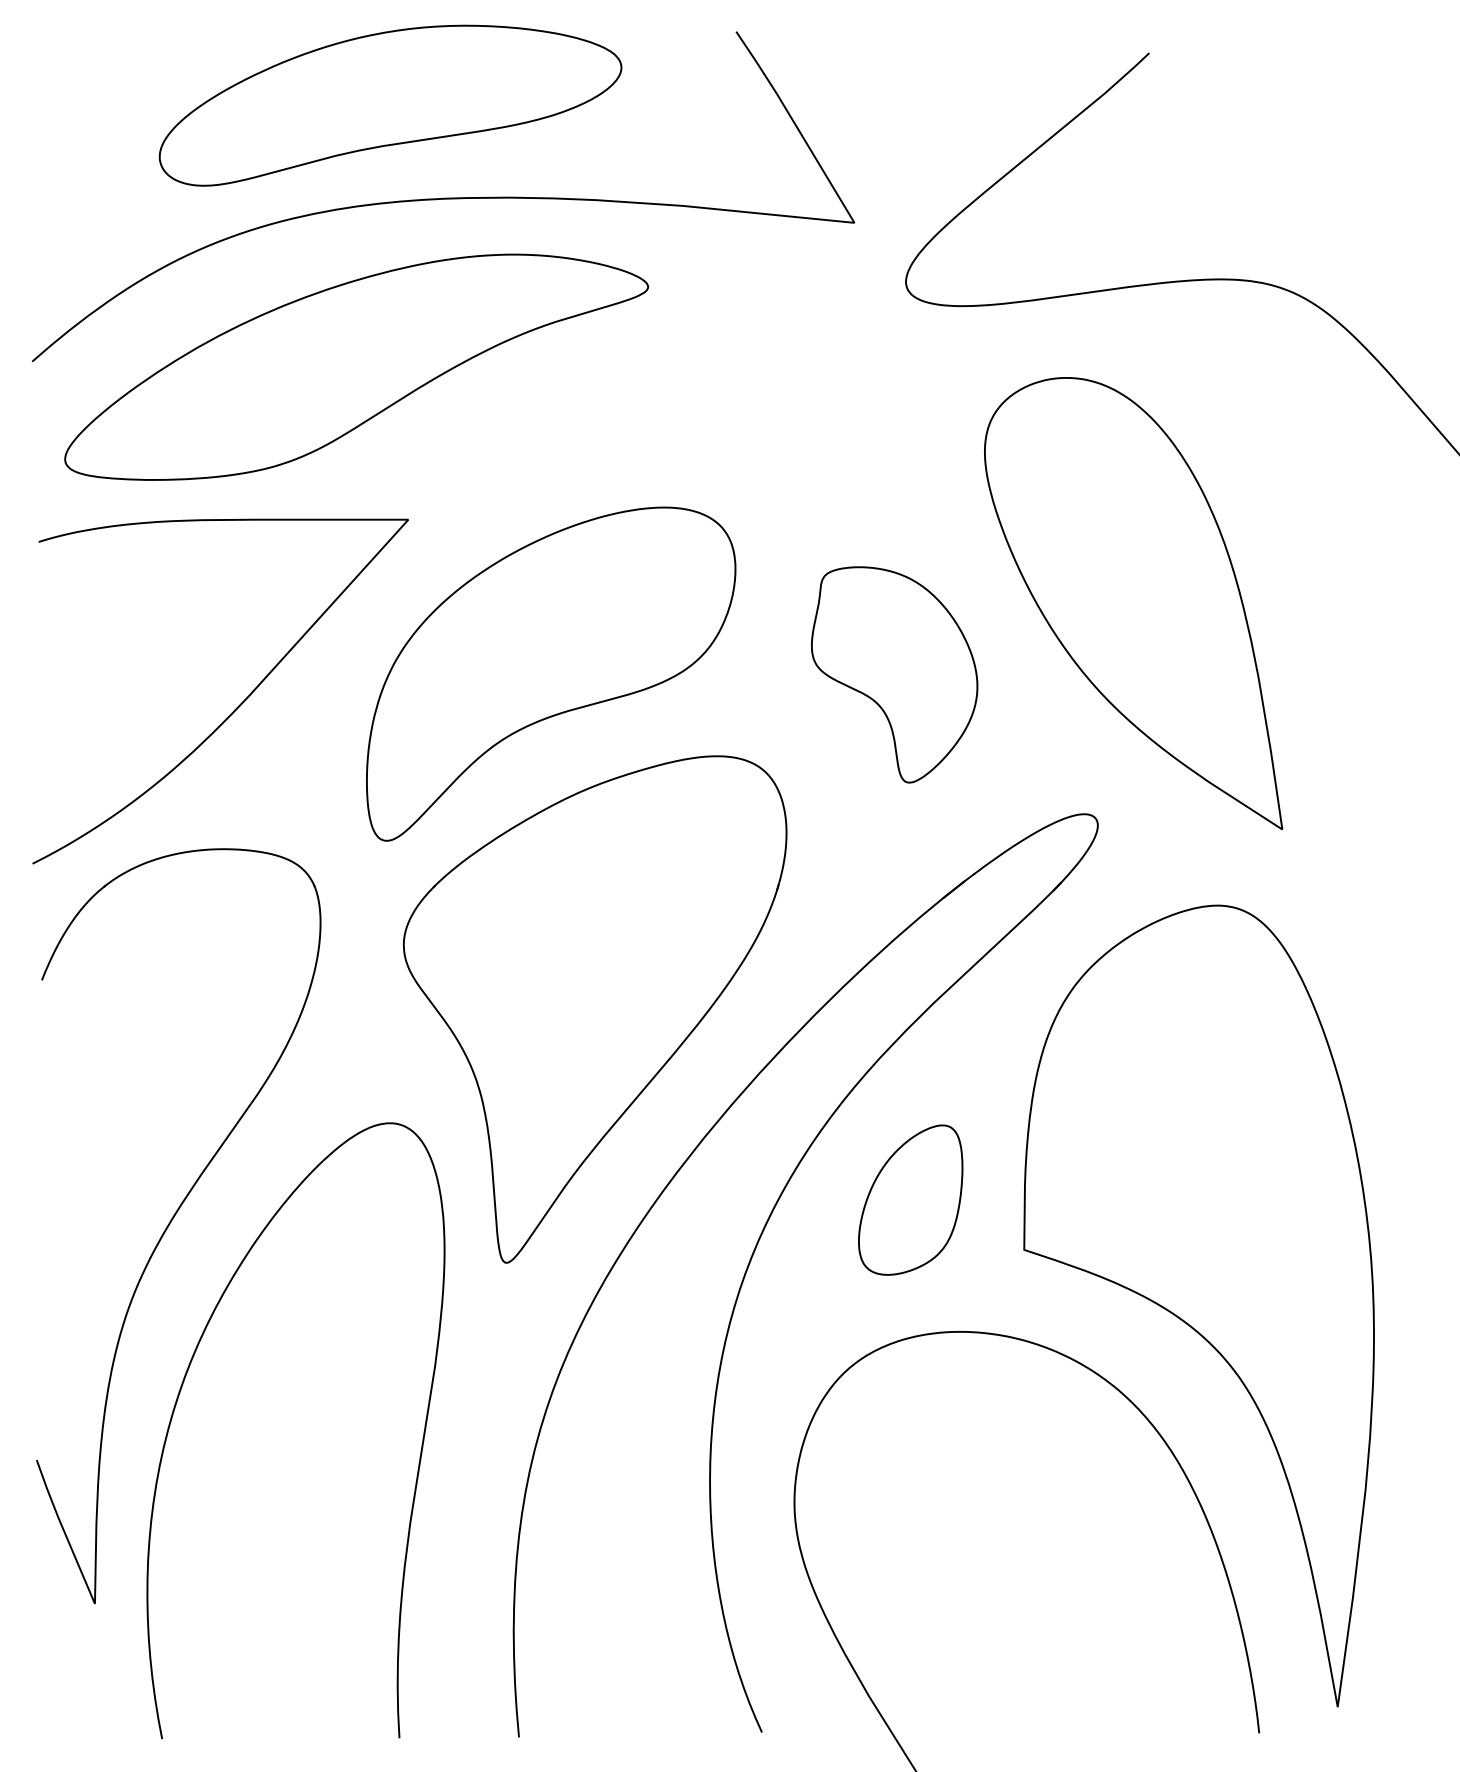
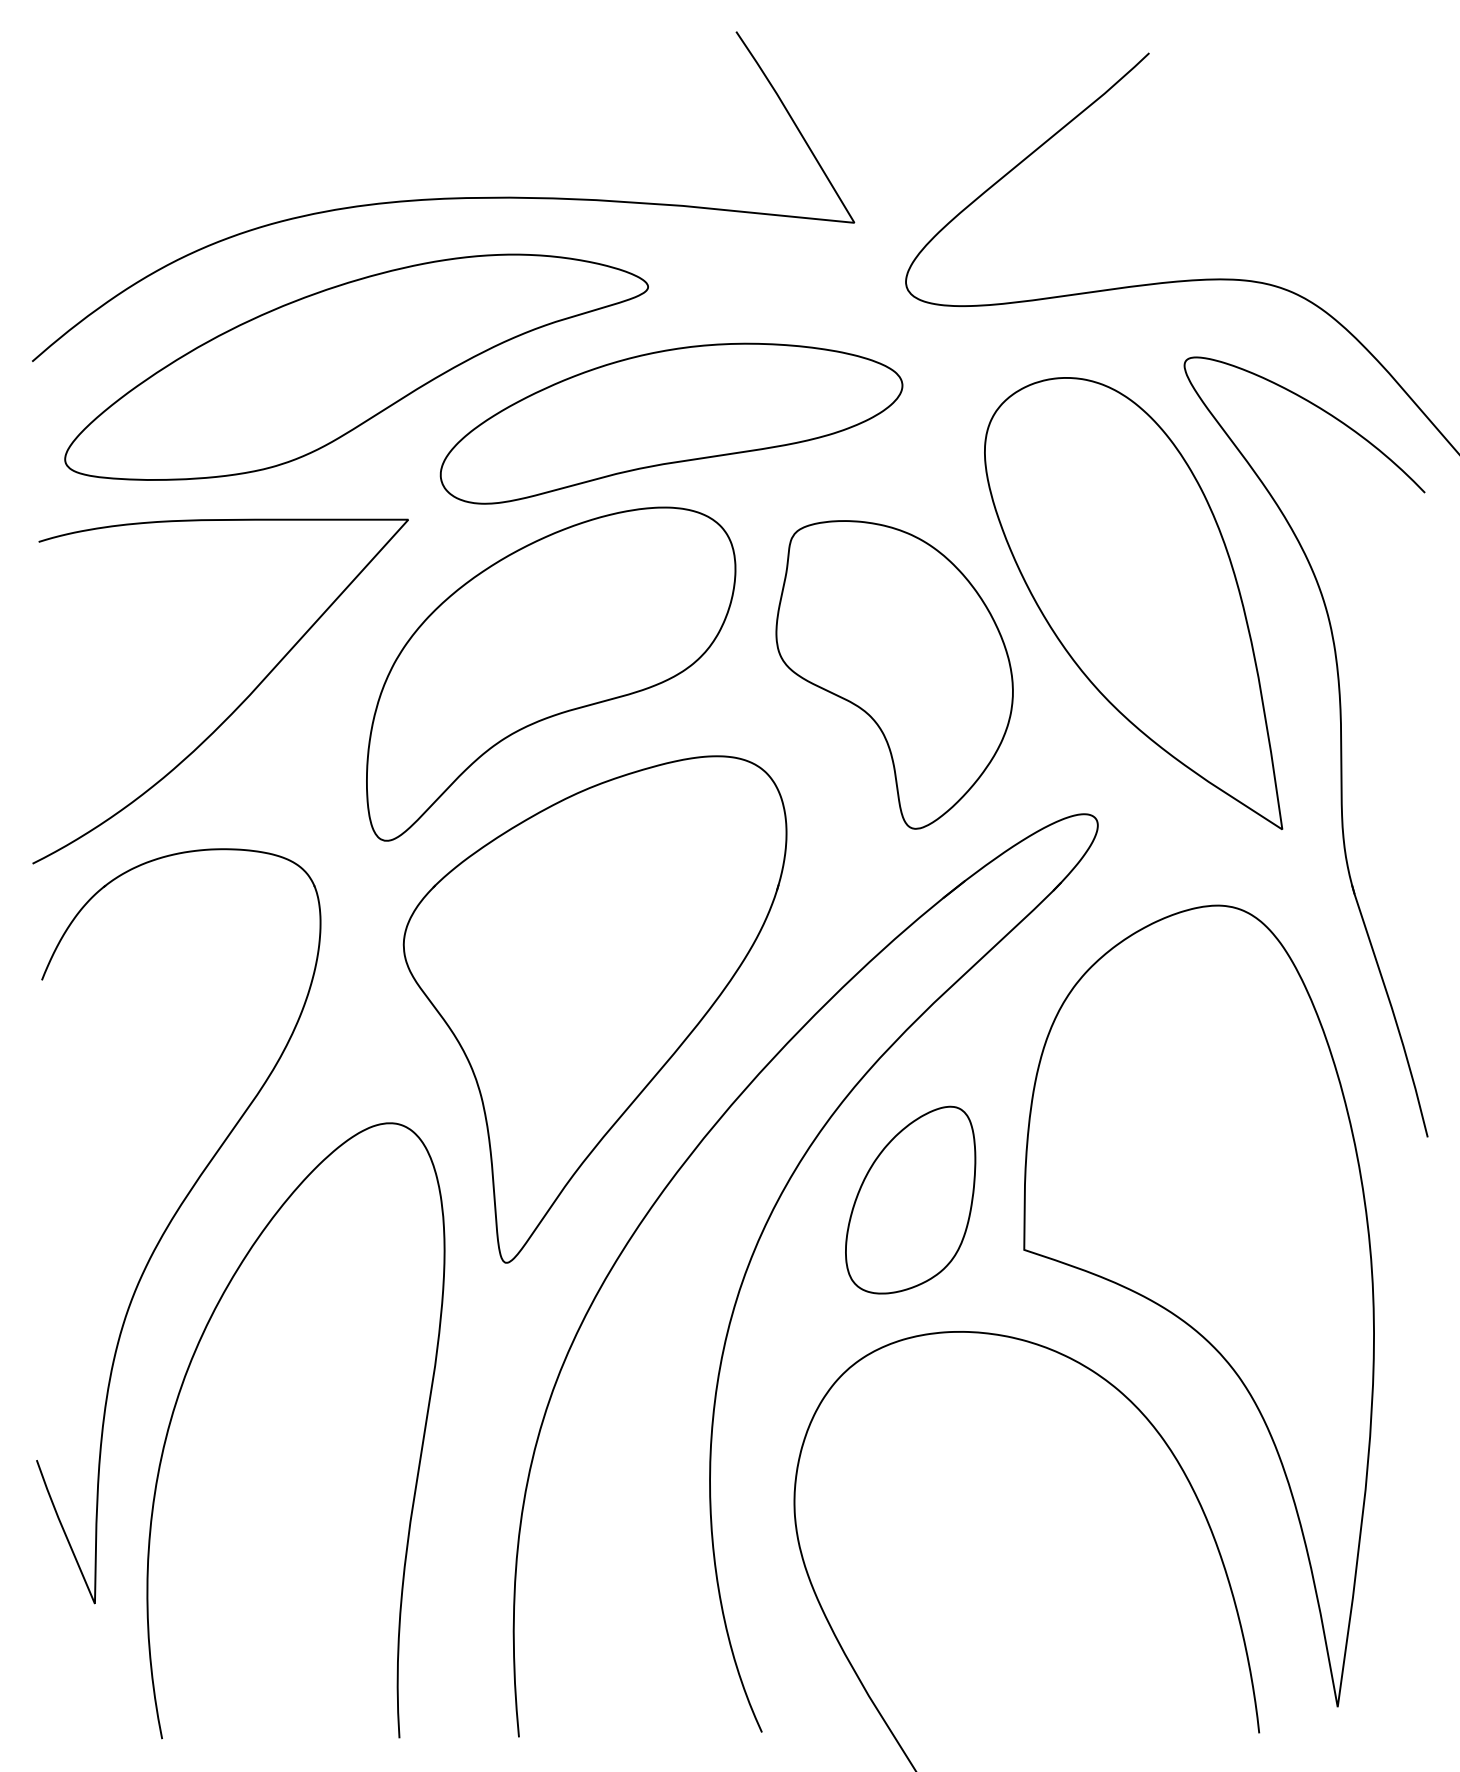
part at (390, 105) position: (390, 105) -> (671, 423)
part at (894, 674) size: 168x218 px -> 239x310 px
part at (1340, 746): none -> present
part at (910, 1199) size: 106x152 px -> 132x190 px
